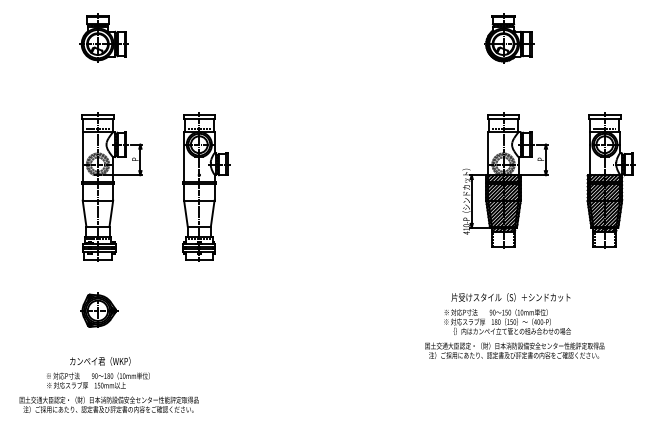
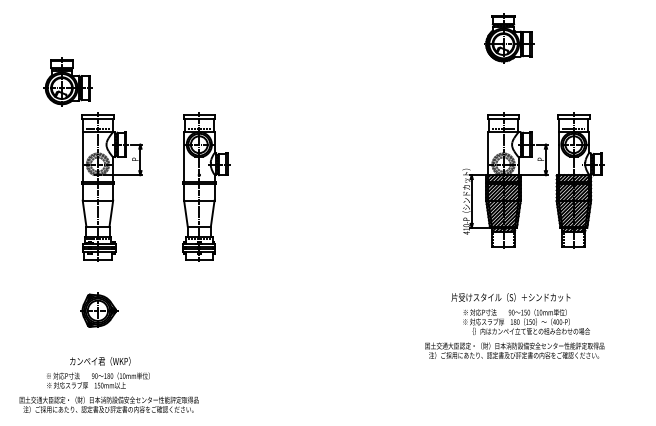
part at (103, 37) position: (103, 37) -> (67, 81)
part at (610, 180) position: (610, 180) -> (579, 180)
text at (507, 321) position: (507, 321) -> (526, 321)
